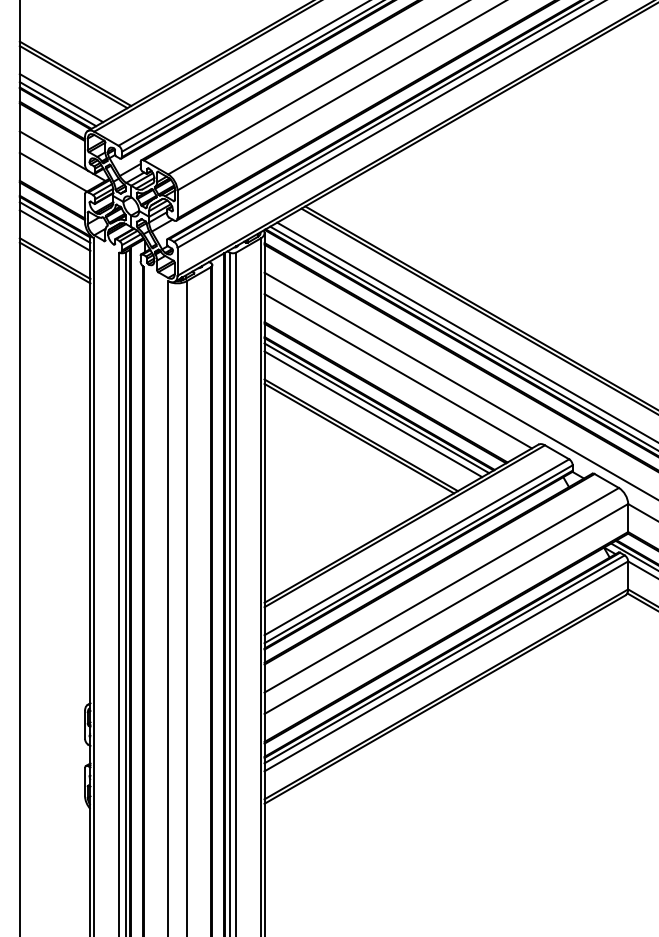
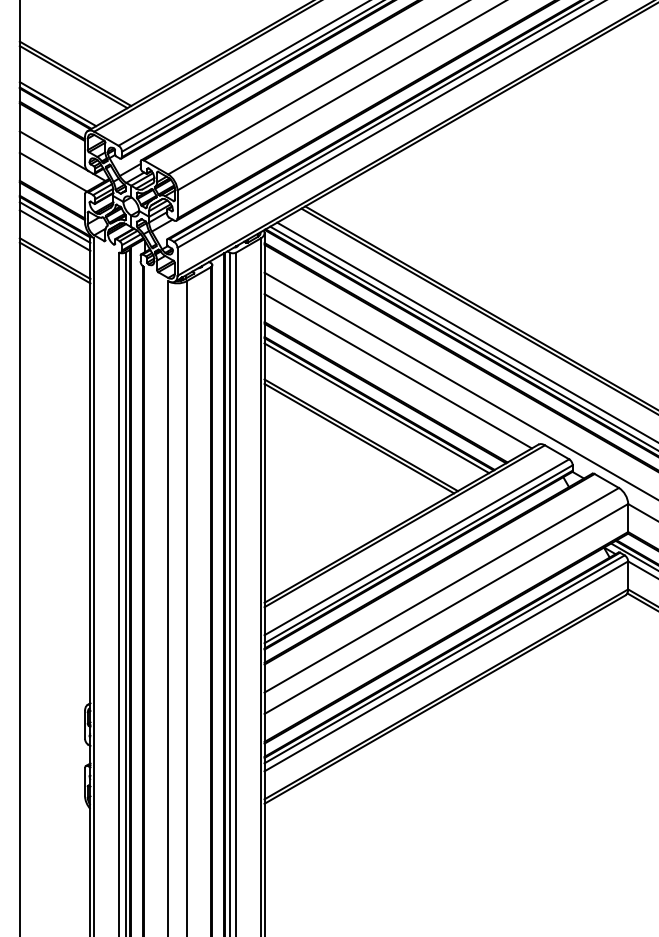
line at (61, 98): present -> none
line at (373, 414): present -> none
